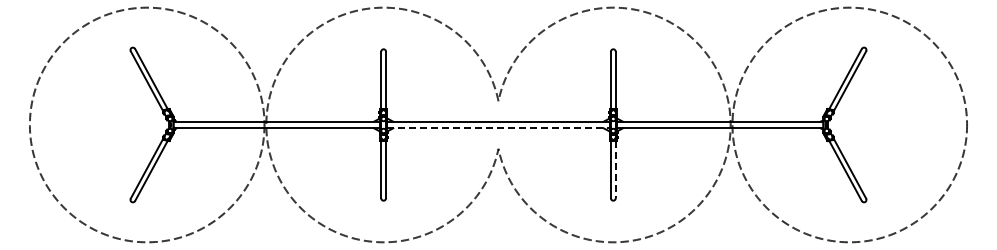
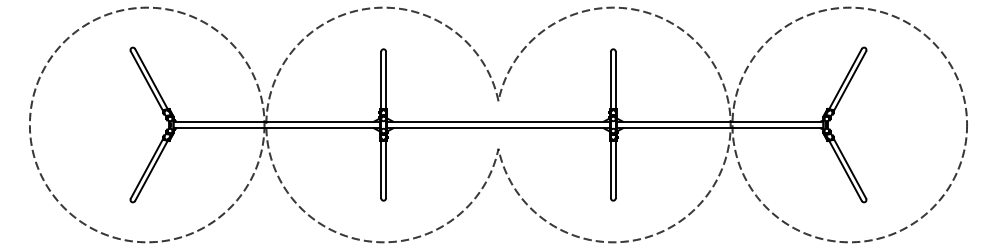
line at (498, 128): dashed -> solid
line at (615, 169): dashed -> solid
